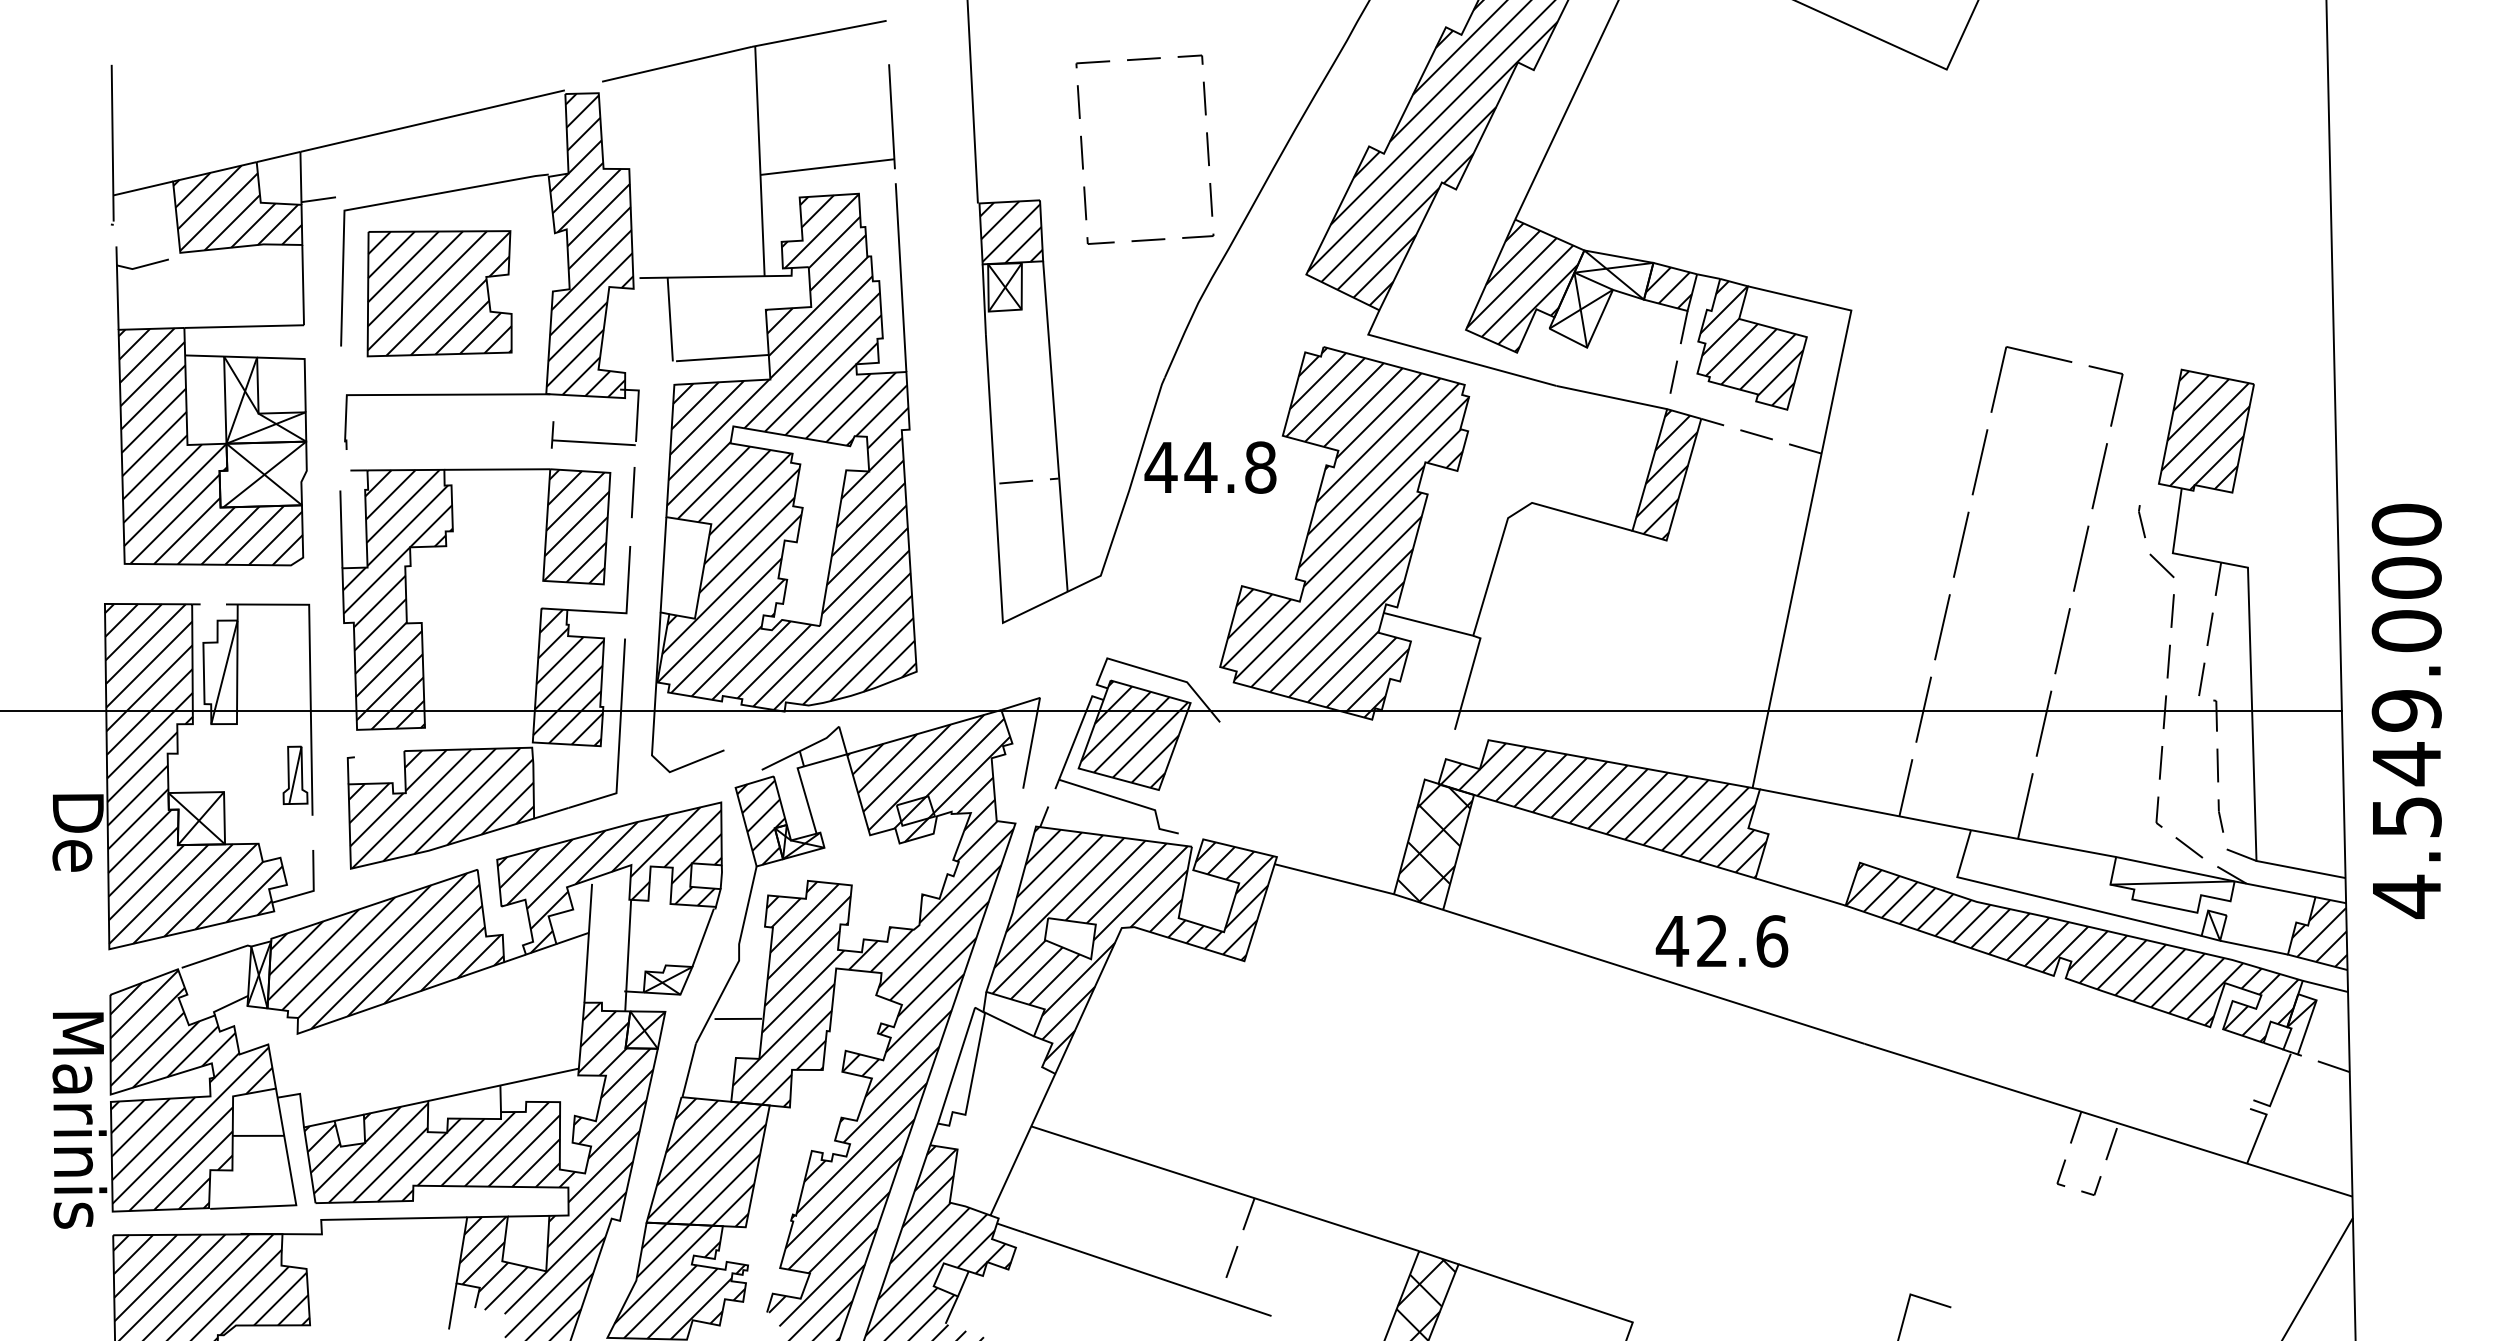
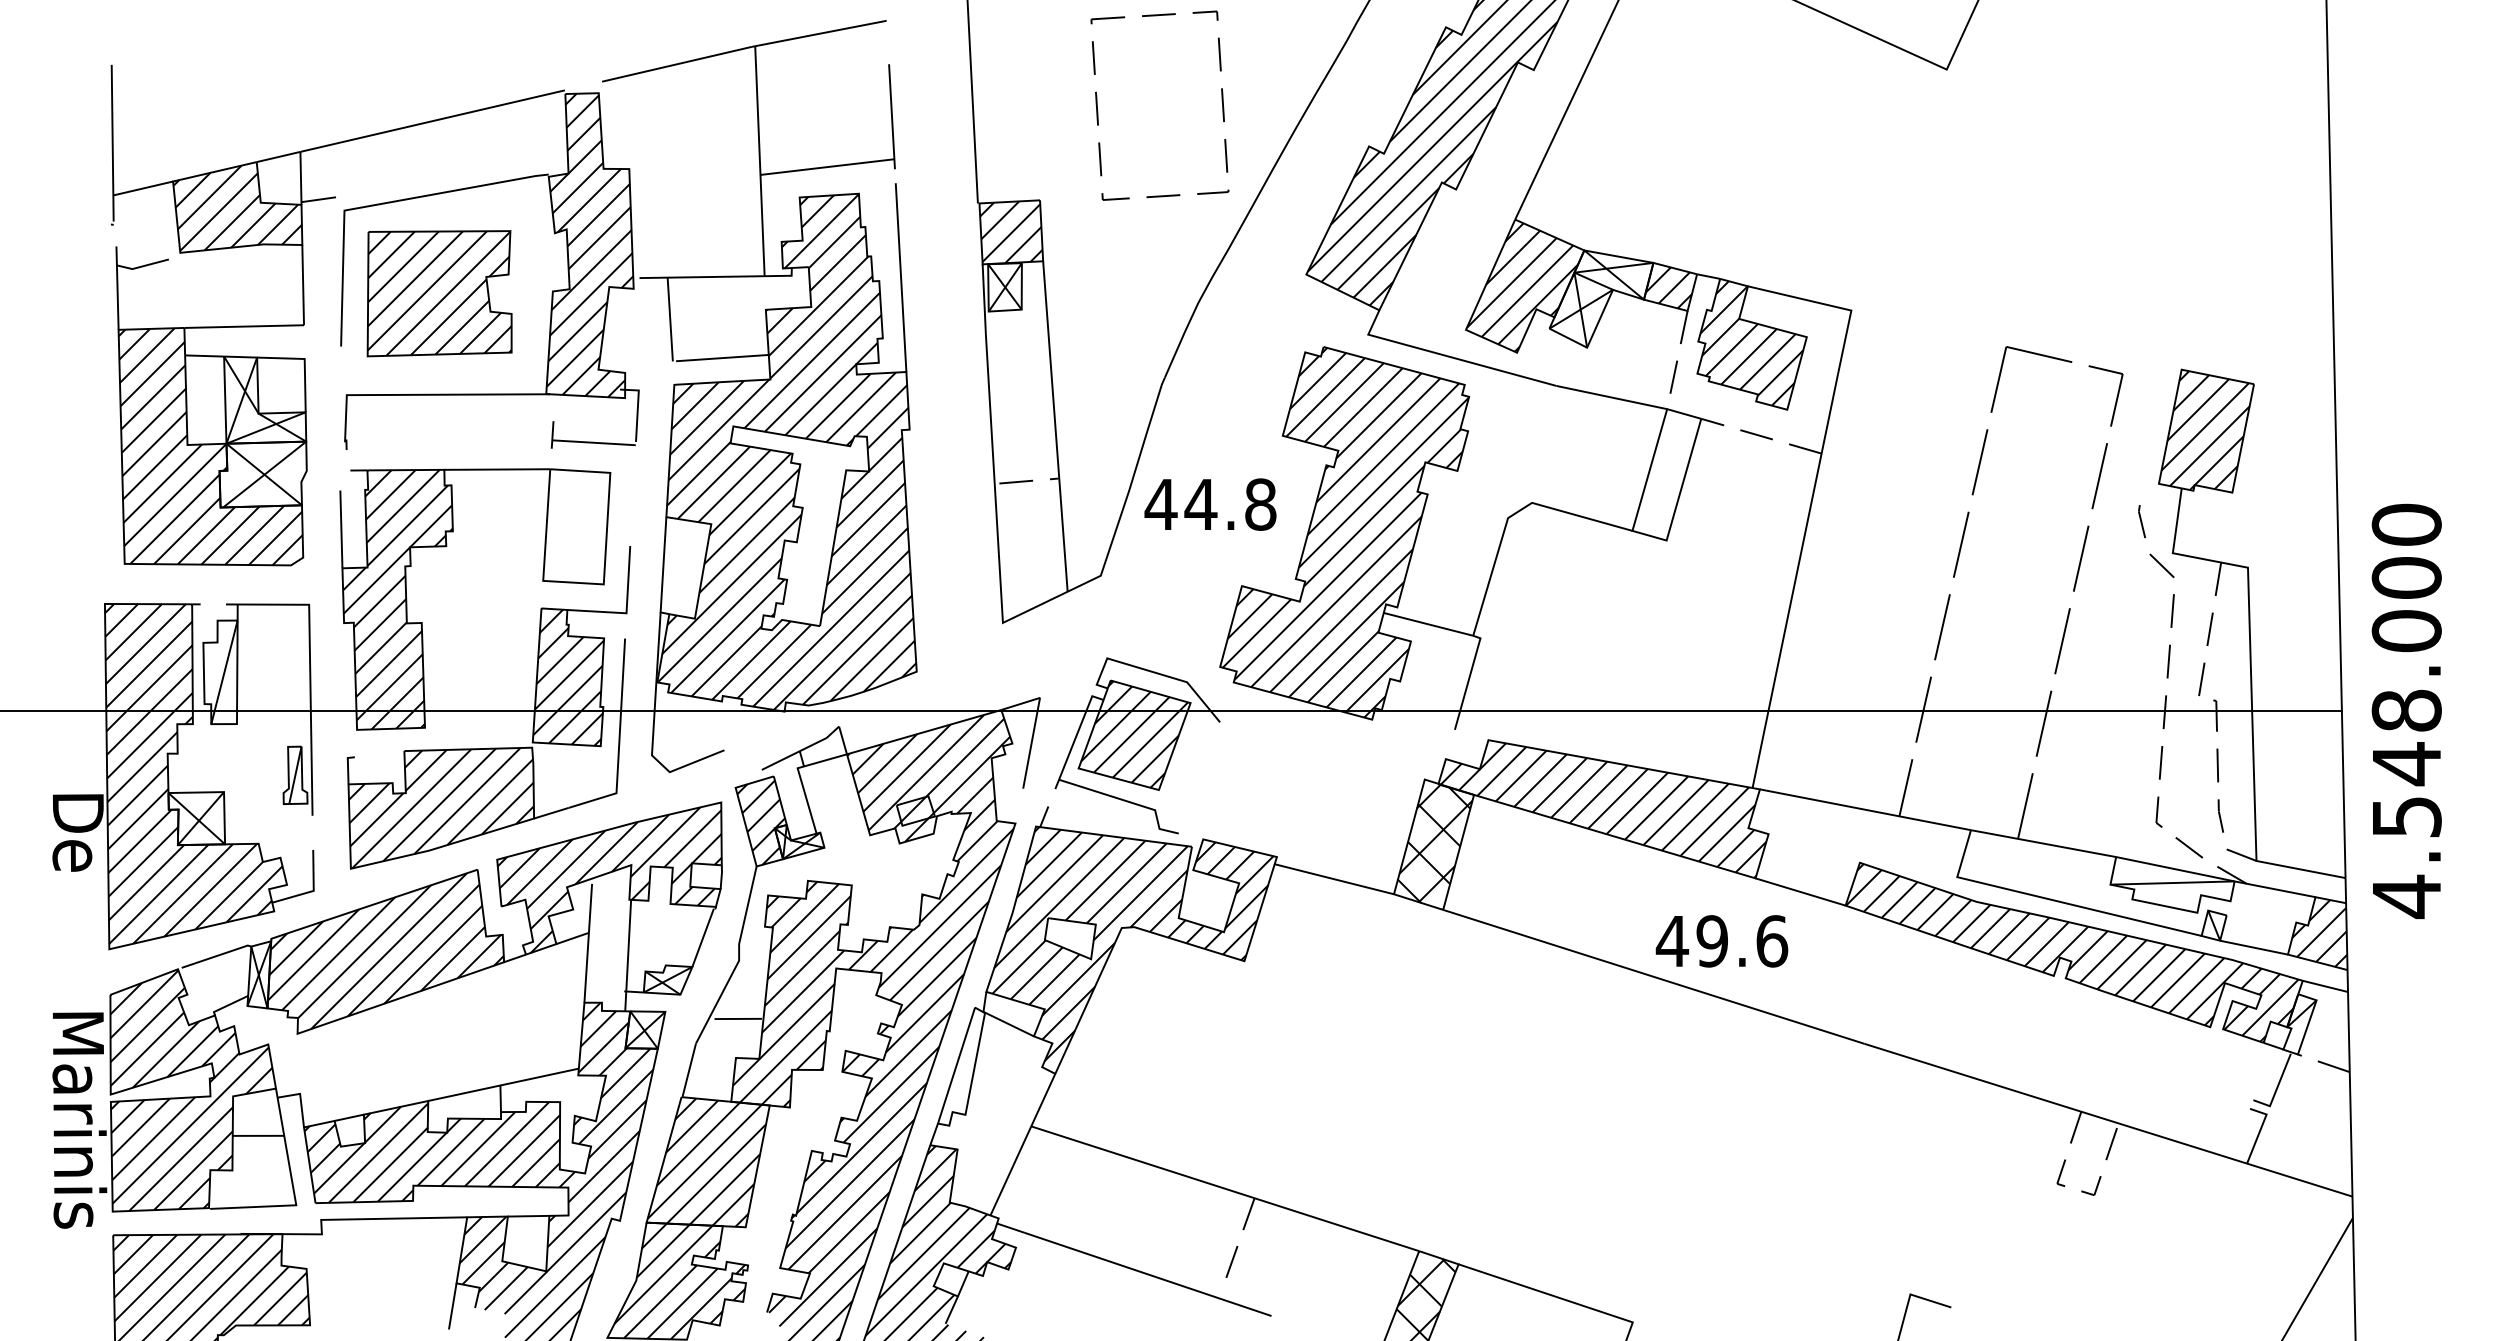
part at (1083, 155) position: (1083, 155) -> (1098, 111)
text at (1210, 467) position: (1210, 467) -> (1210, 504)
hatch at (1666, 474): present -> none
line at (633, 492): present -> none
hatch at (576, 526): present -> none
text at (2406, 710): 4.549.000 -> 4.548.000
text at (1711, 941): 42.6 -> 49.6
